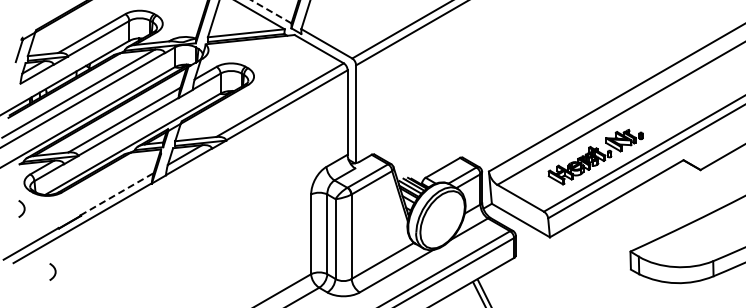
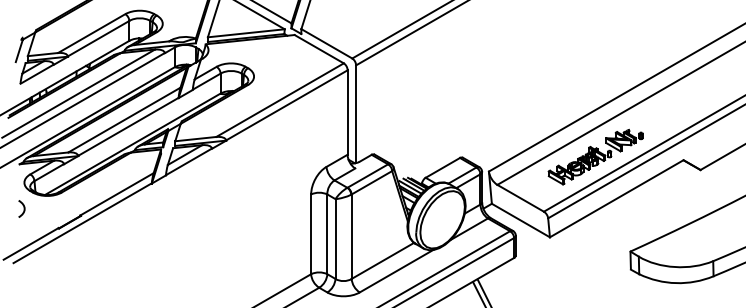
line at (270, 11): dashed -> solid
line at (117, 194): dashed -> solid
curve at (54, 271): present -> none
